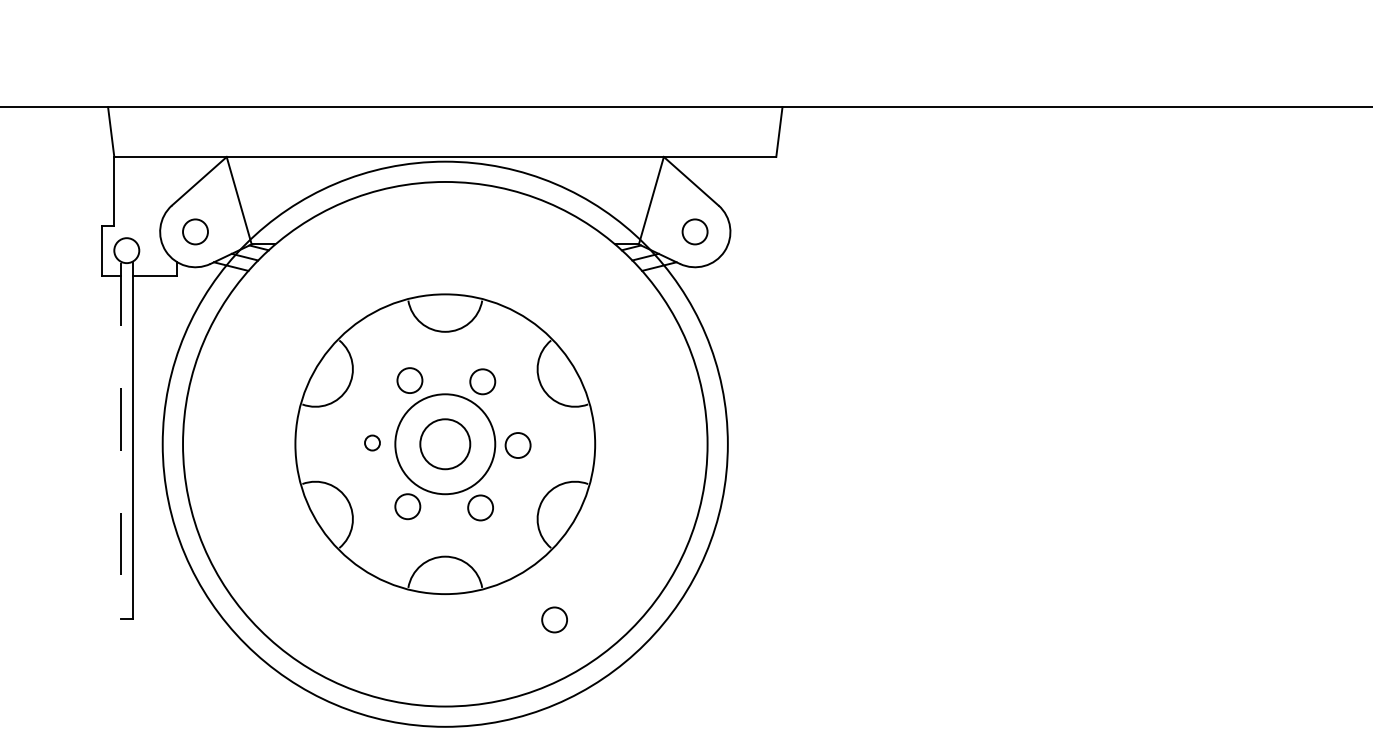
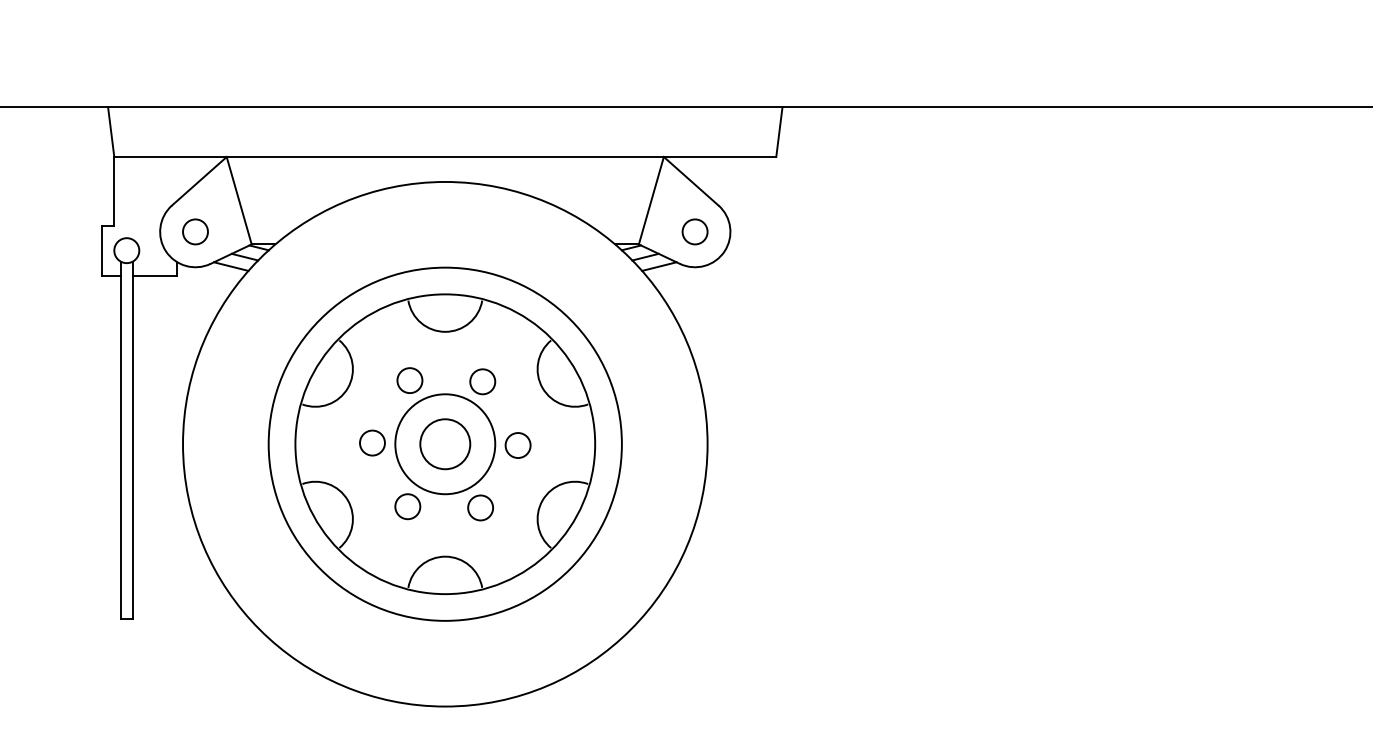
line at (120, 441): dashed -> solid
circle at (372, 442) size: 17x18 px -> 27x28 px
circle at (444, 443) diameter: 565 px -> 353 px
circle at (554, 619): present -> none
